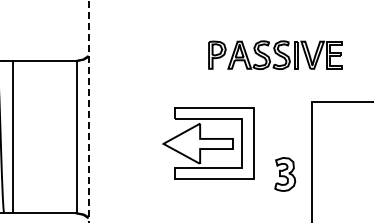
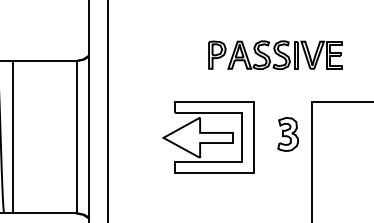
line at (107, 110): none -> present
line at (88, 111): dashed -> solid
part at (208, 143) position: (208, 143) -> (208, 137)
part at (285, 174) position: (285, 174) -> (288, 134)
